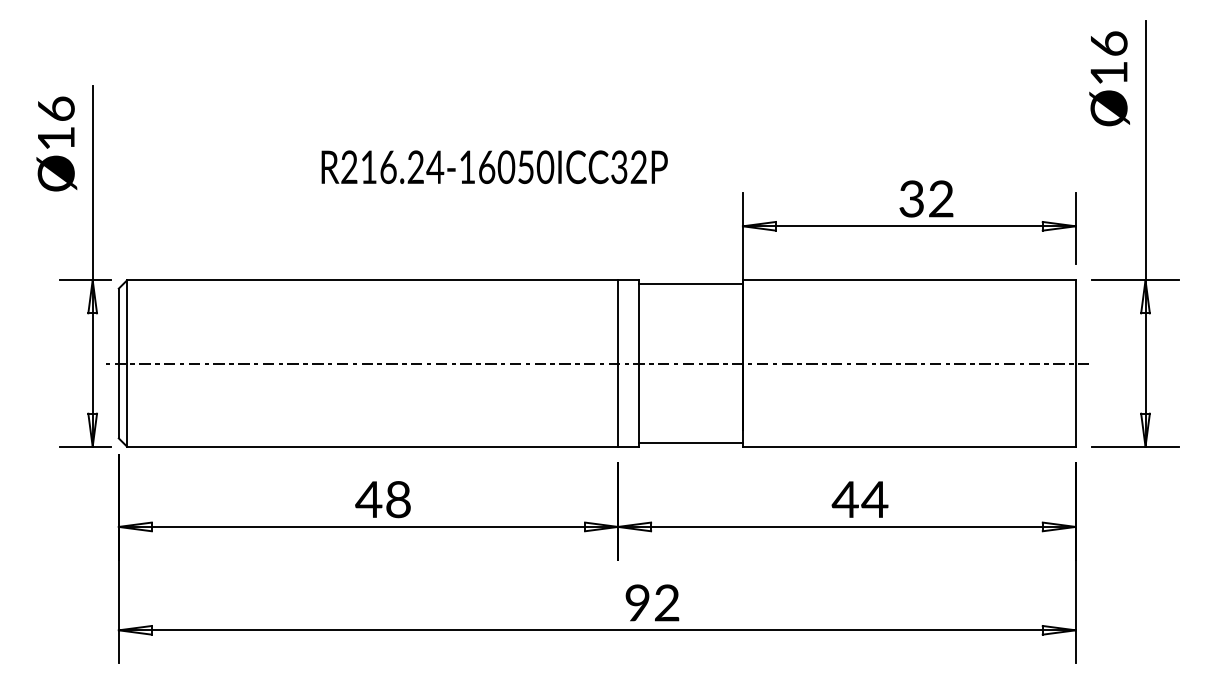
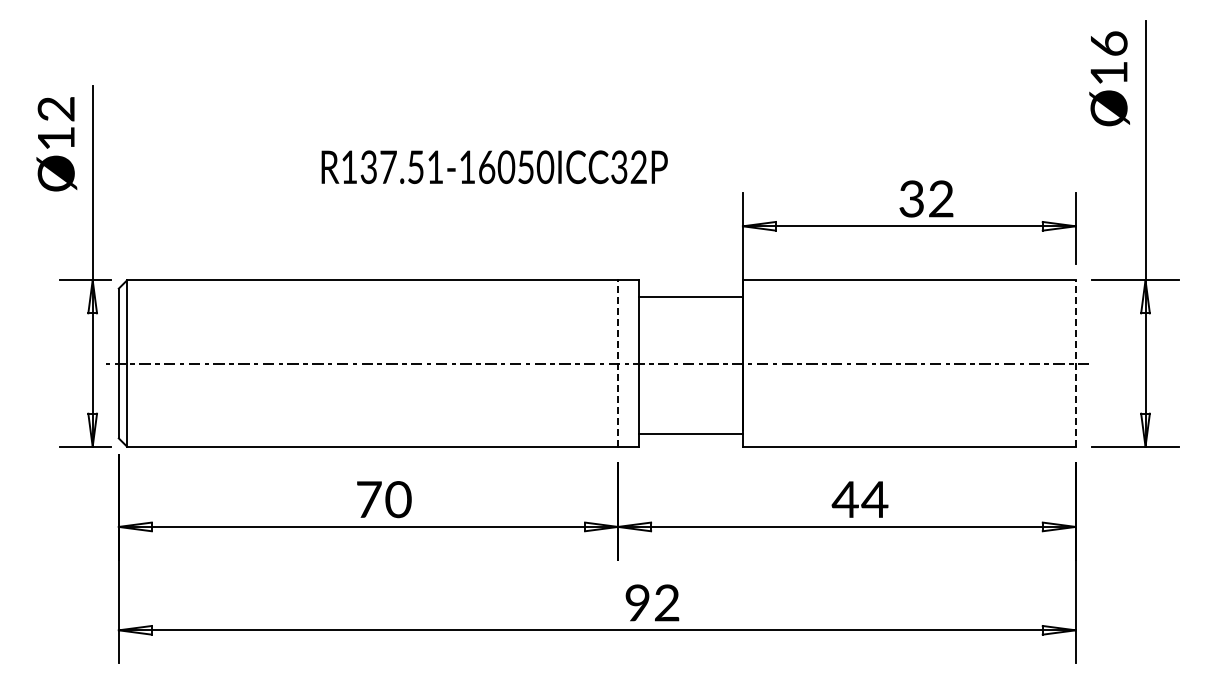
text at (55, 108): Ø16 -> Ø12
text at (392, 167): R216.24-16050ICC32P -> R137.51-16050ICC32P
line at (690, 284) position: (690, 284) -> (690, 297)
line at (618, 363): solid -> dashed
line at (1075, 363): solid -> dashed
line at (690, 442) position: (690, 442) -> (690, 433)
text at (383, 499): 48 -> 70
